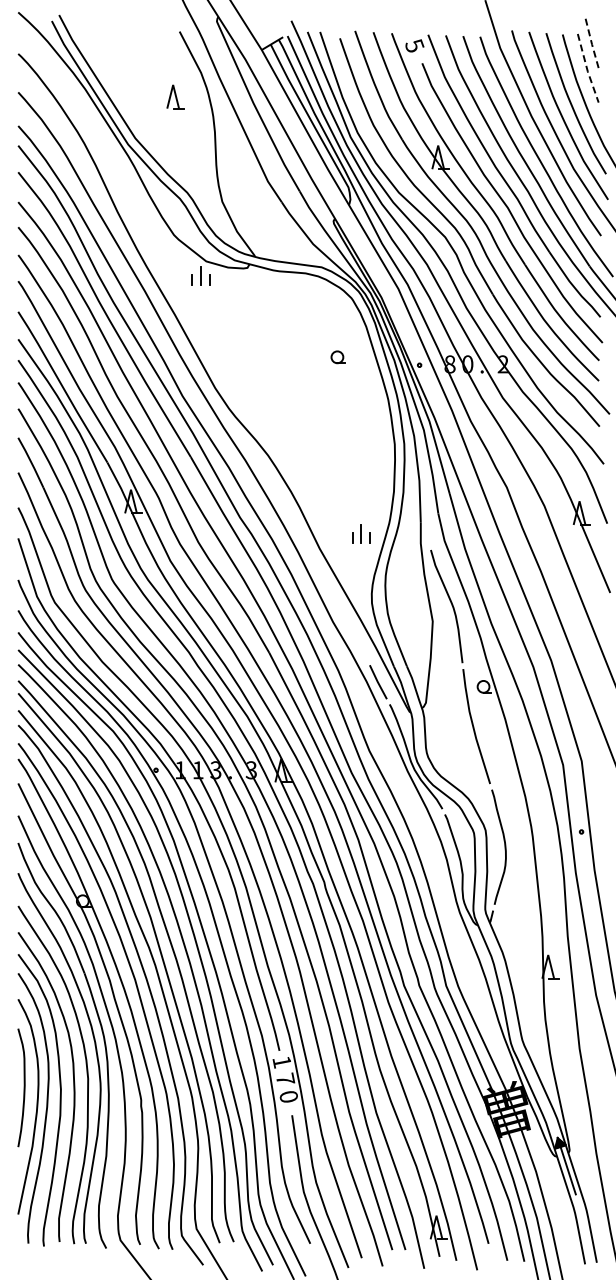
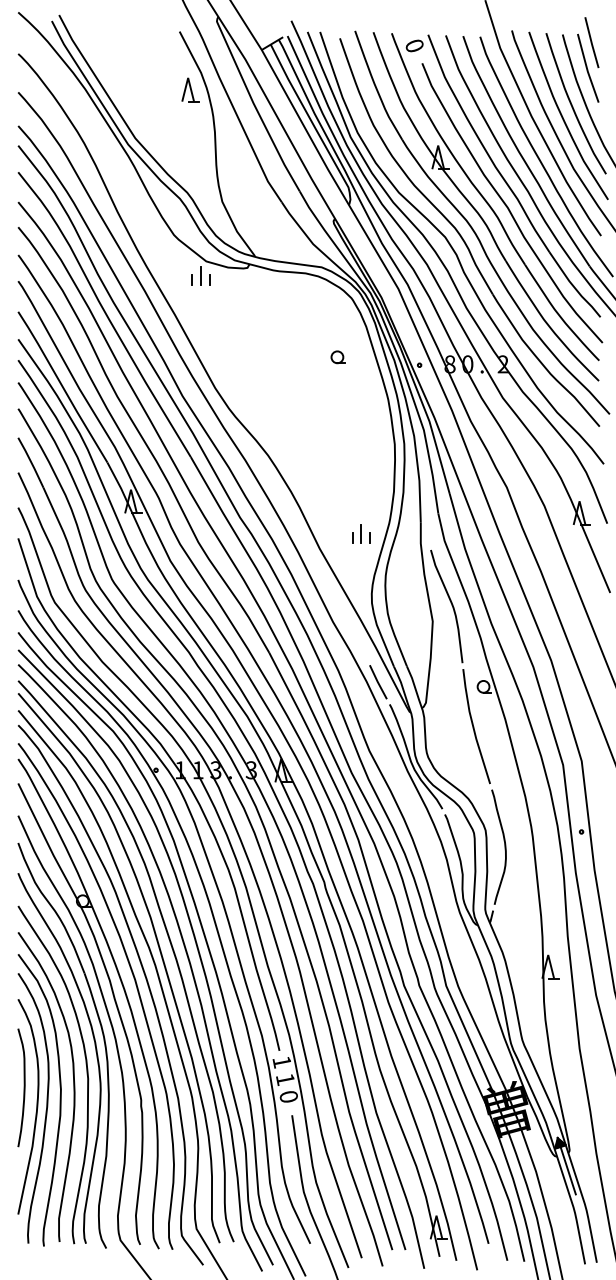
line at (591, 42): dashed -> solid
text at (414, 45): 5 -> 0
line at (587, 68): dashed -> solid
part at (175, 96) position: (175, 96) -> (190, 89)
text at (285, 1079): 7 -> 1
